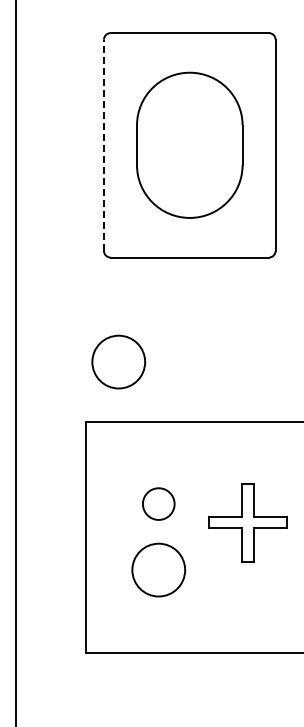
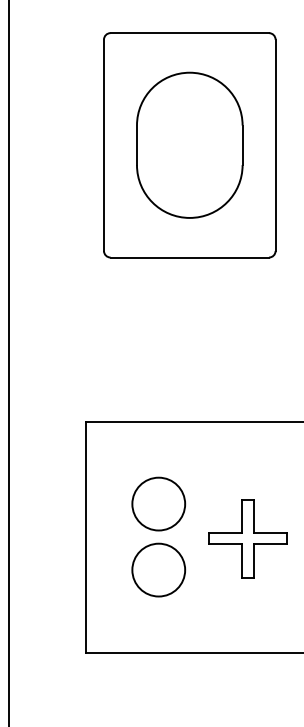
line at (103, 145): dashed -> solid
circle at (118, 361): present -> none
line at (15, 362) position: (15, 362) -> (8, 362)
circle at (158, 503) diameter: 32 px -> 53 px
part at (247, 522) position: (247, 522) -> (247, 538)
